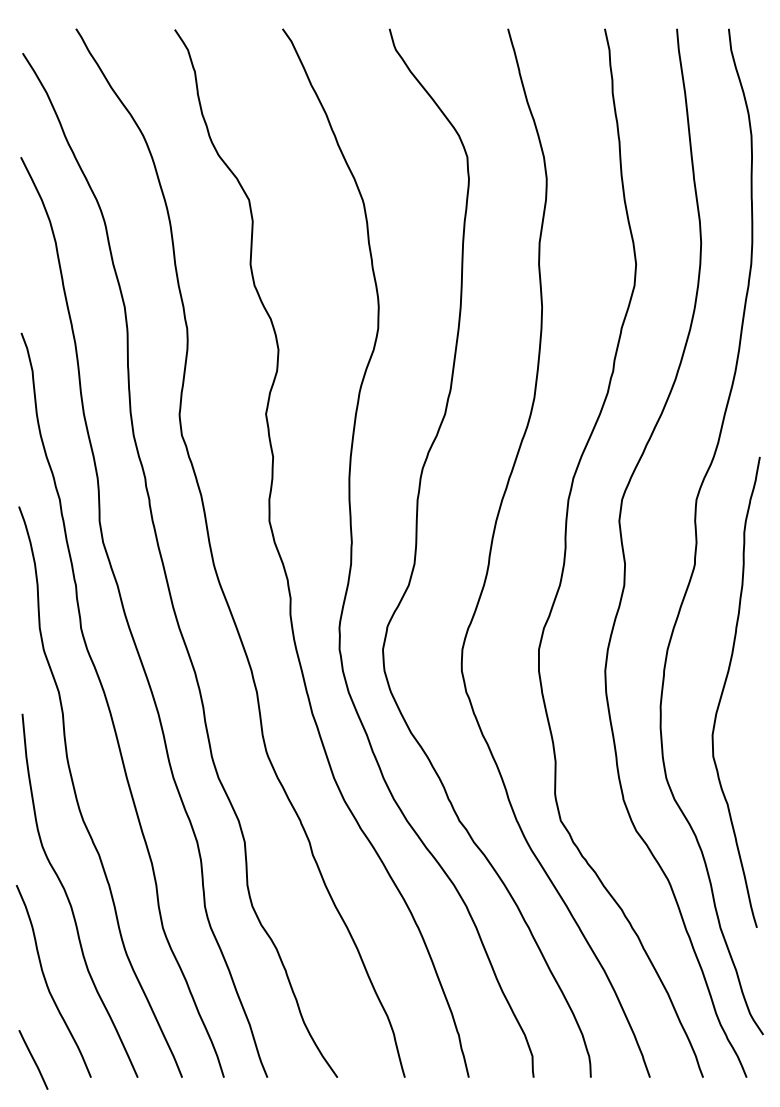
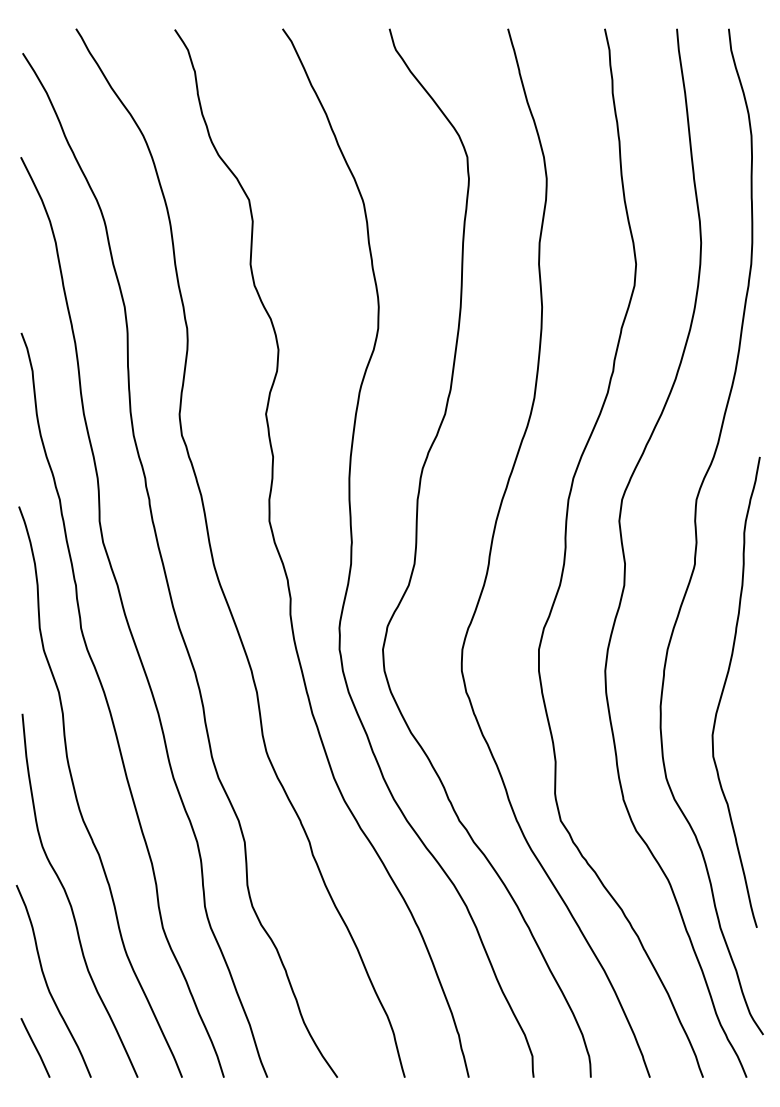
line at (33, 1059) position: (33, 1059) -> (35, 1047)
